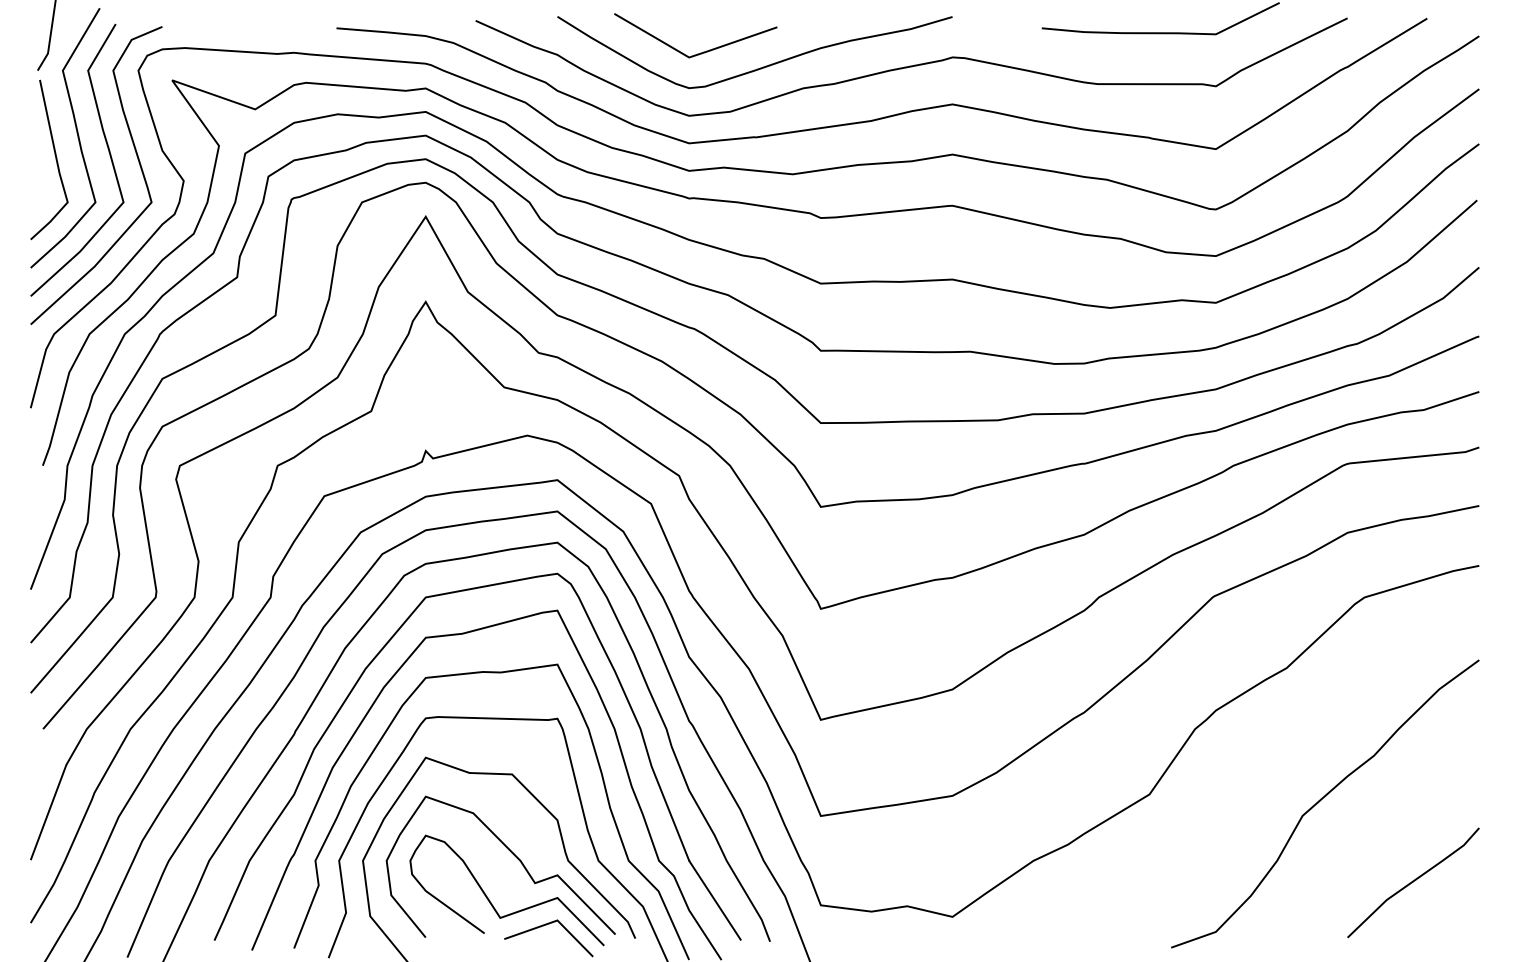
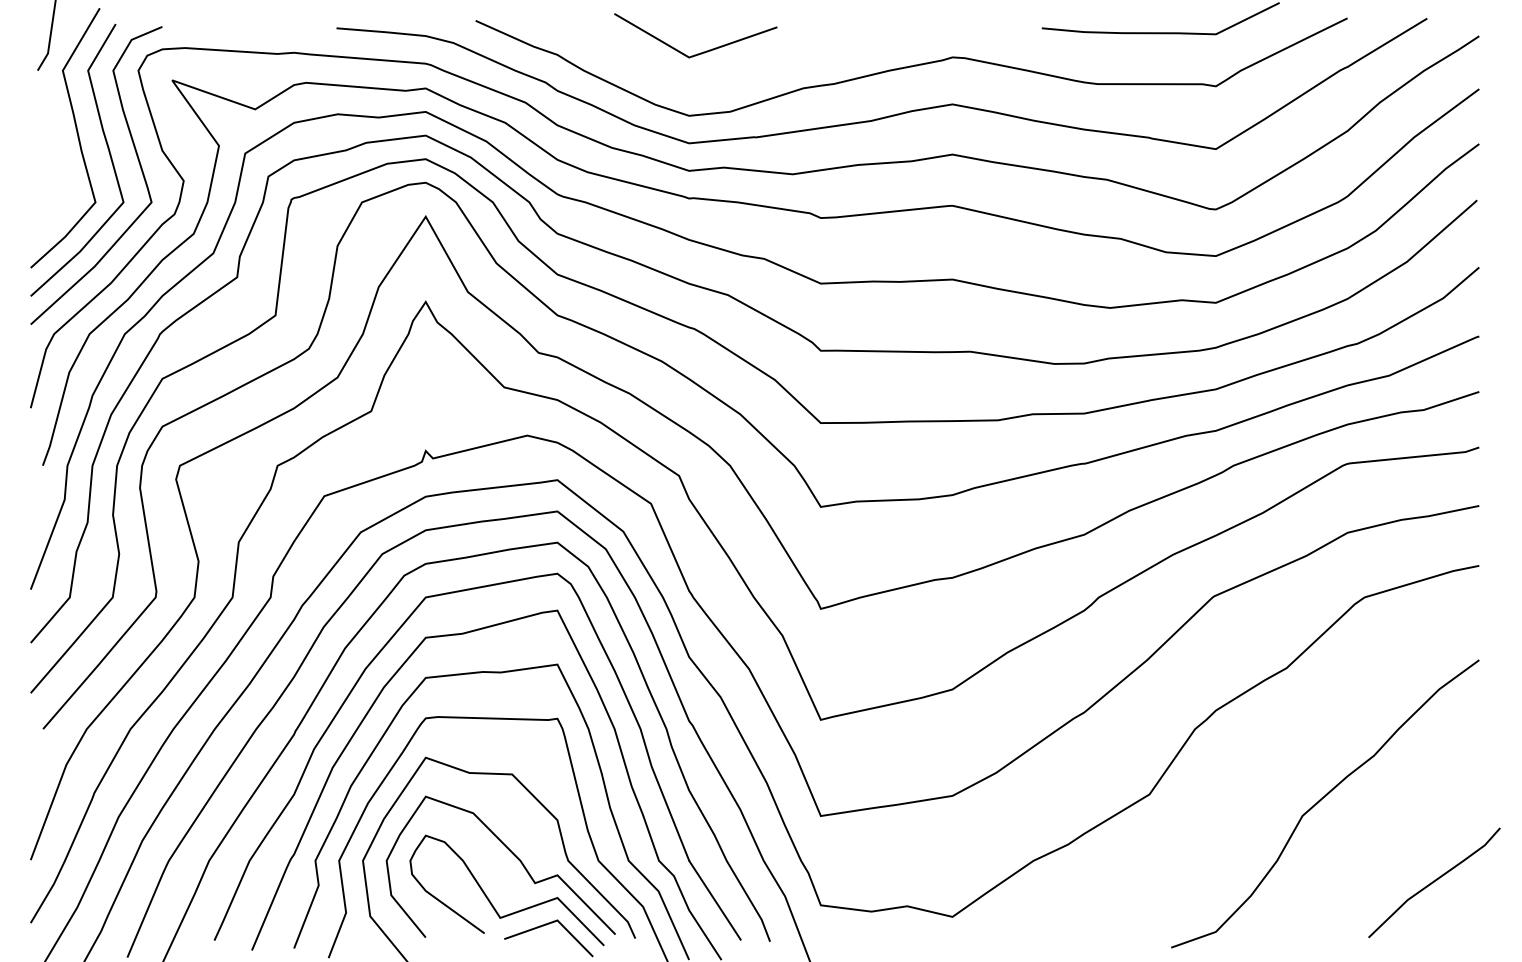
curve at (760, 67): present -> none
line at (55, 159): present -> none
line at (1413, 882) position: (1413, 882) -> (1434, 882)
